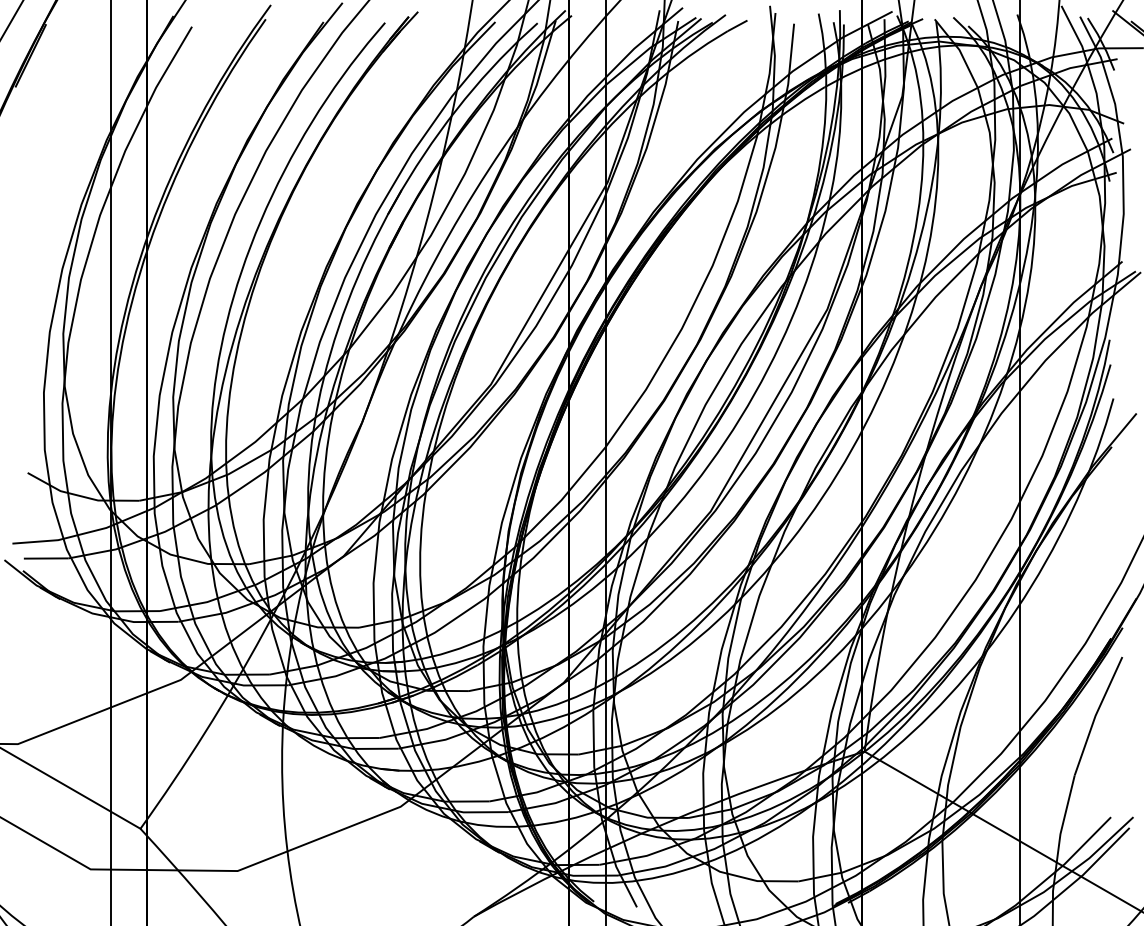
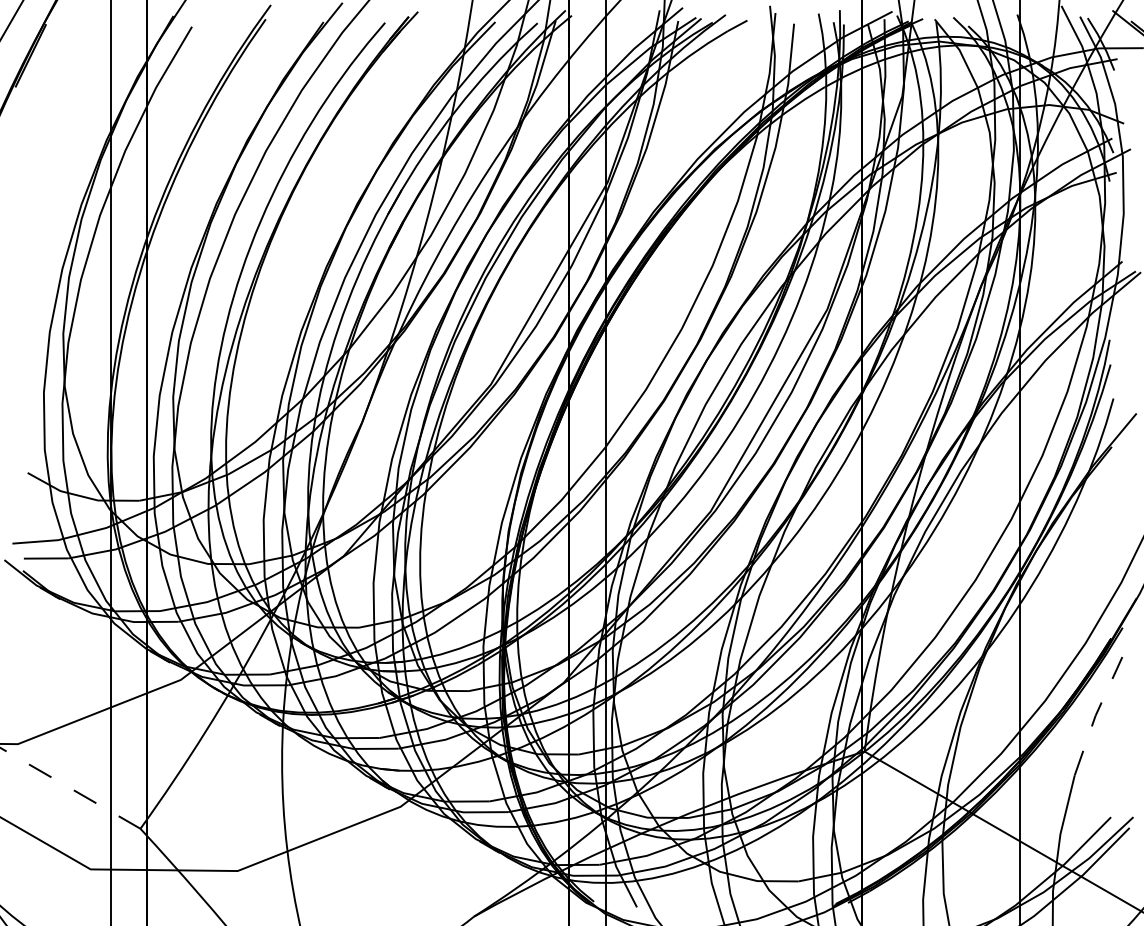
line at (1095, 715): solid -> dashed
line at (70, 788): solid -> dashed
